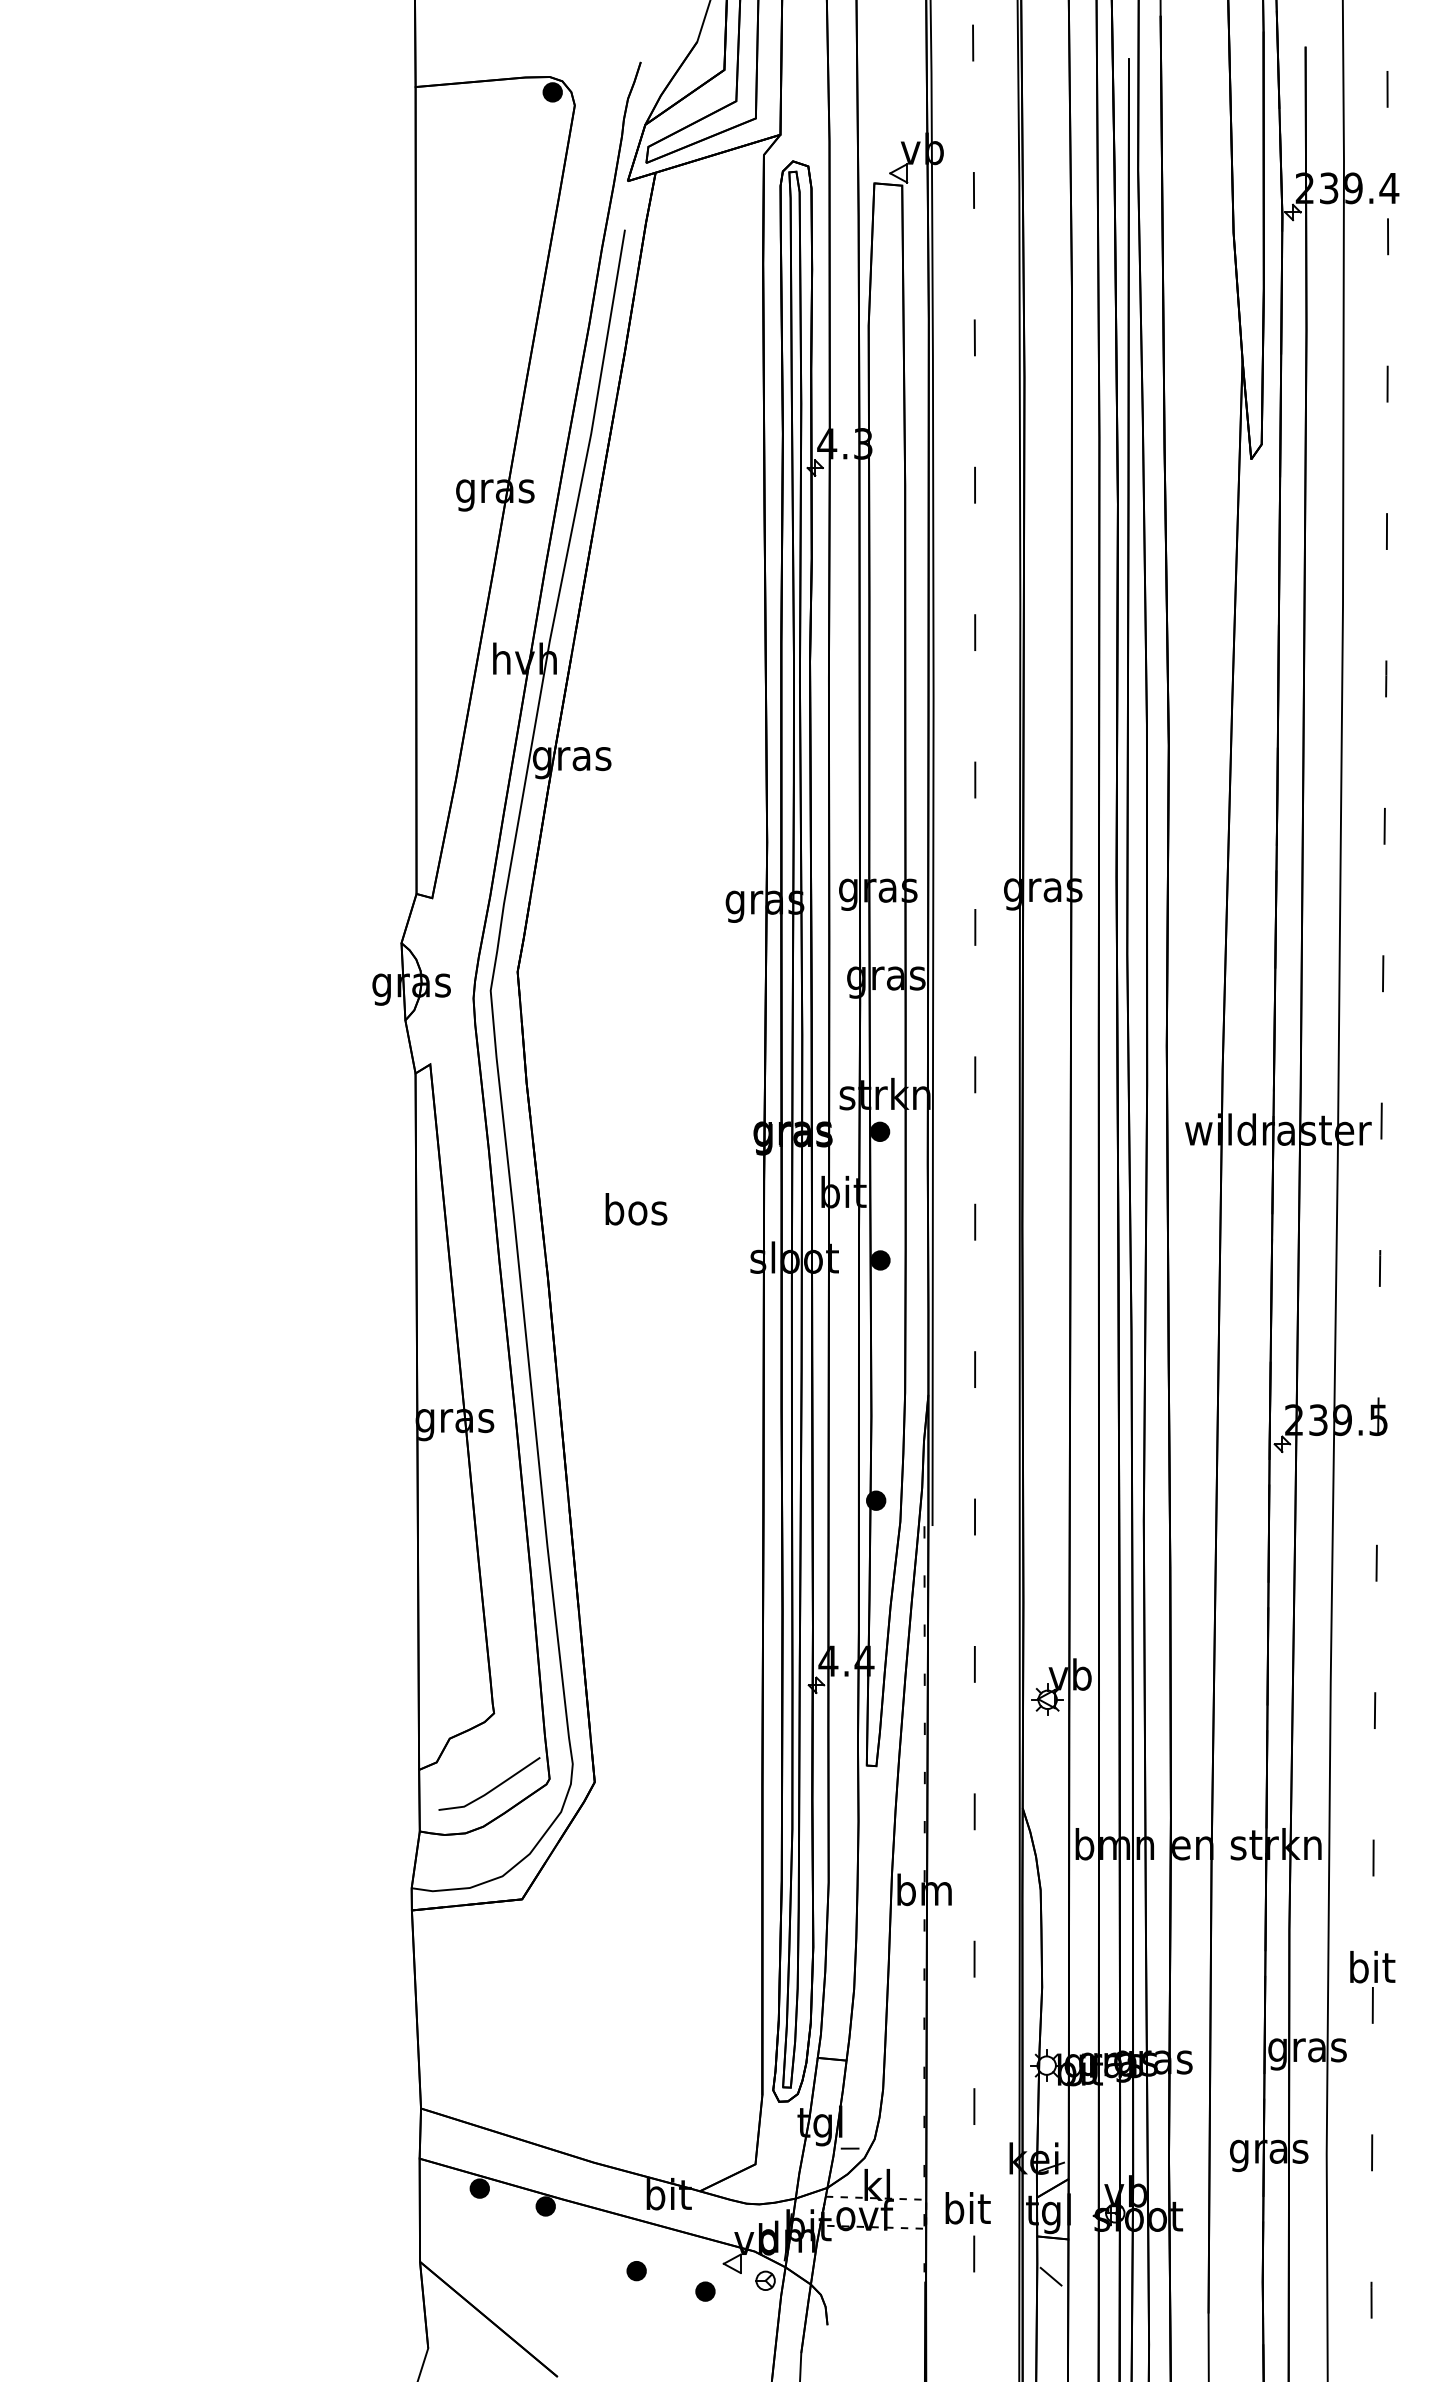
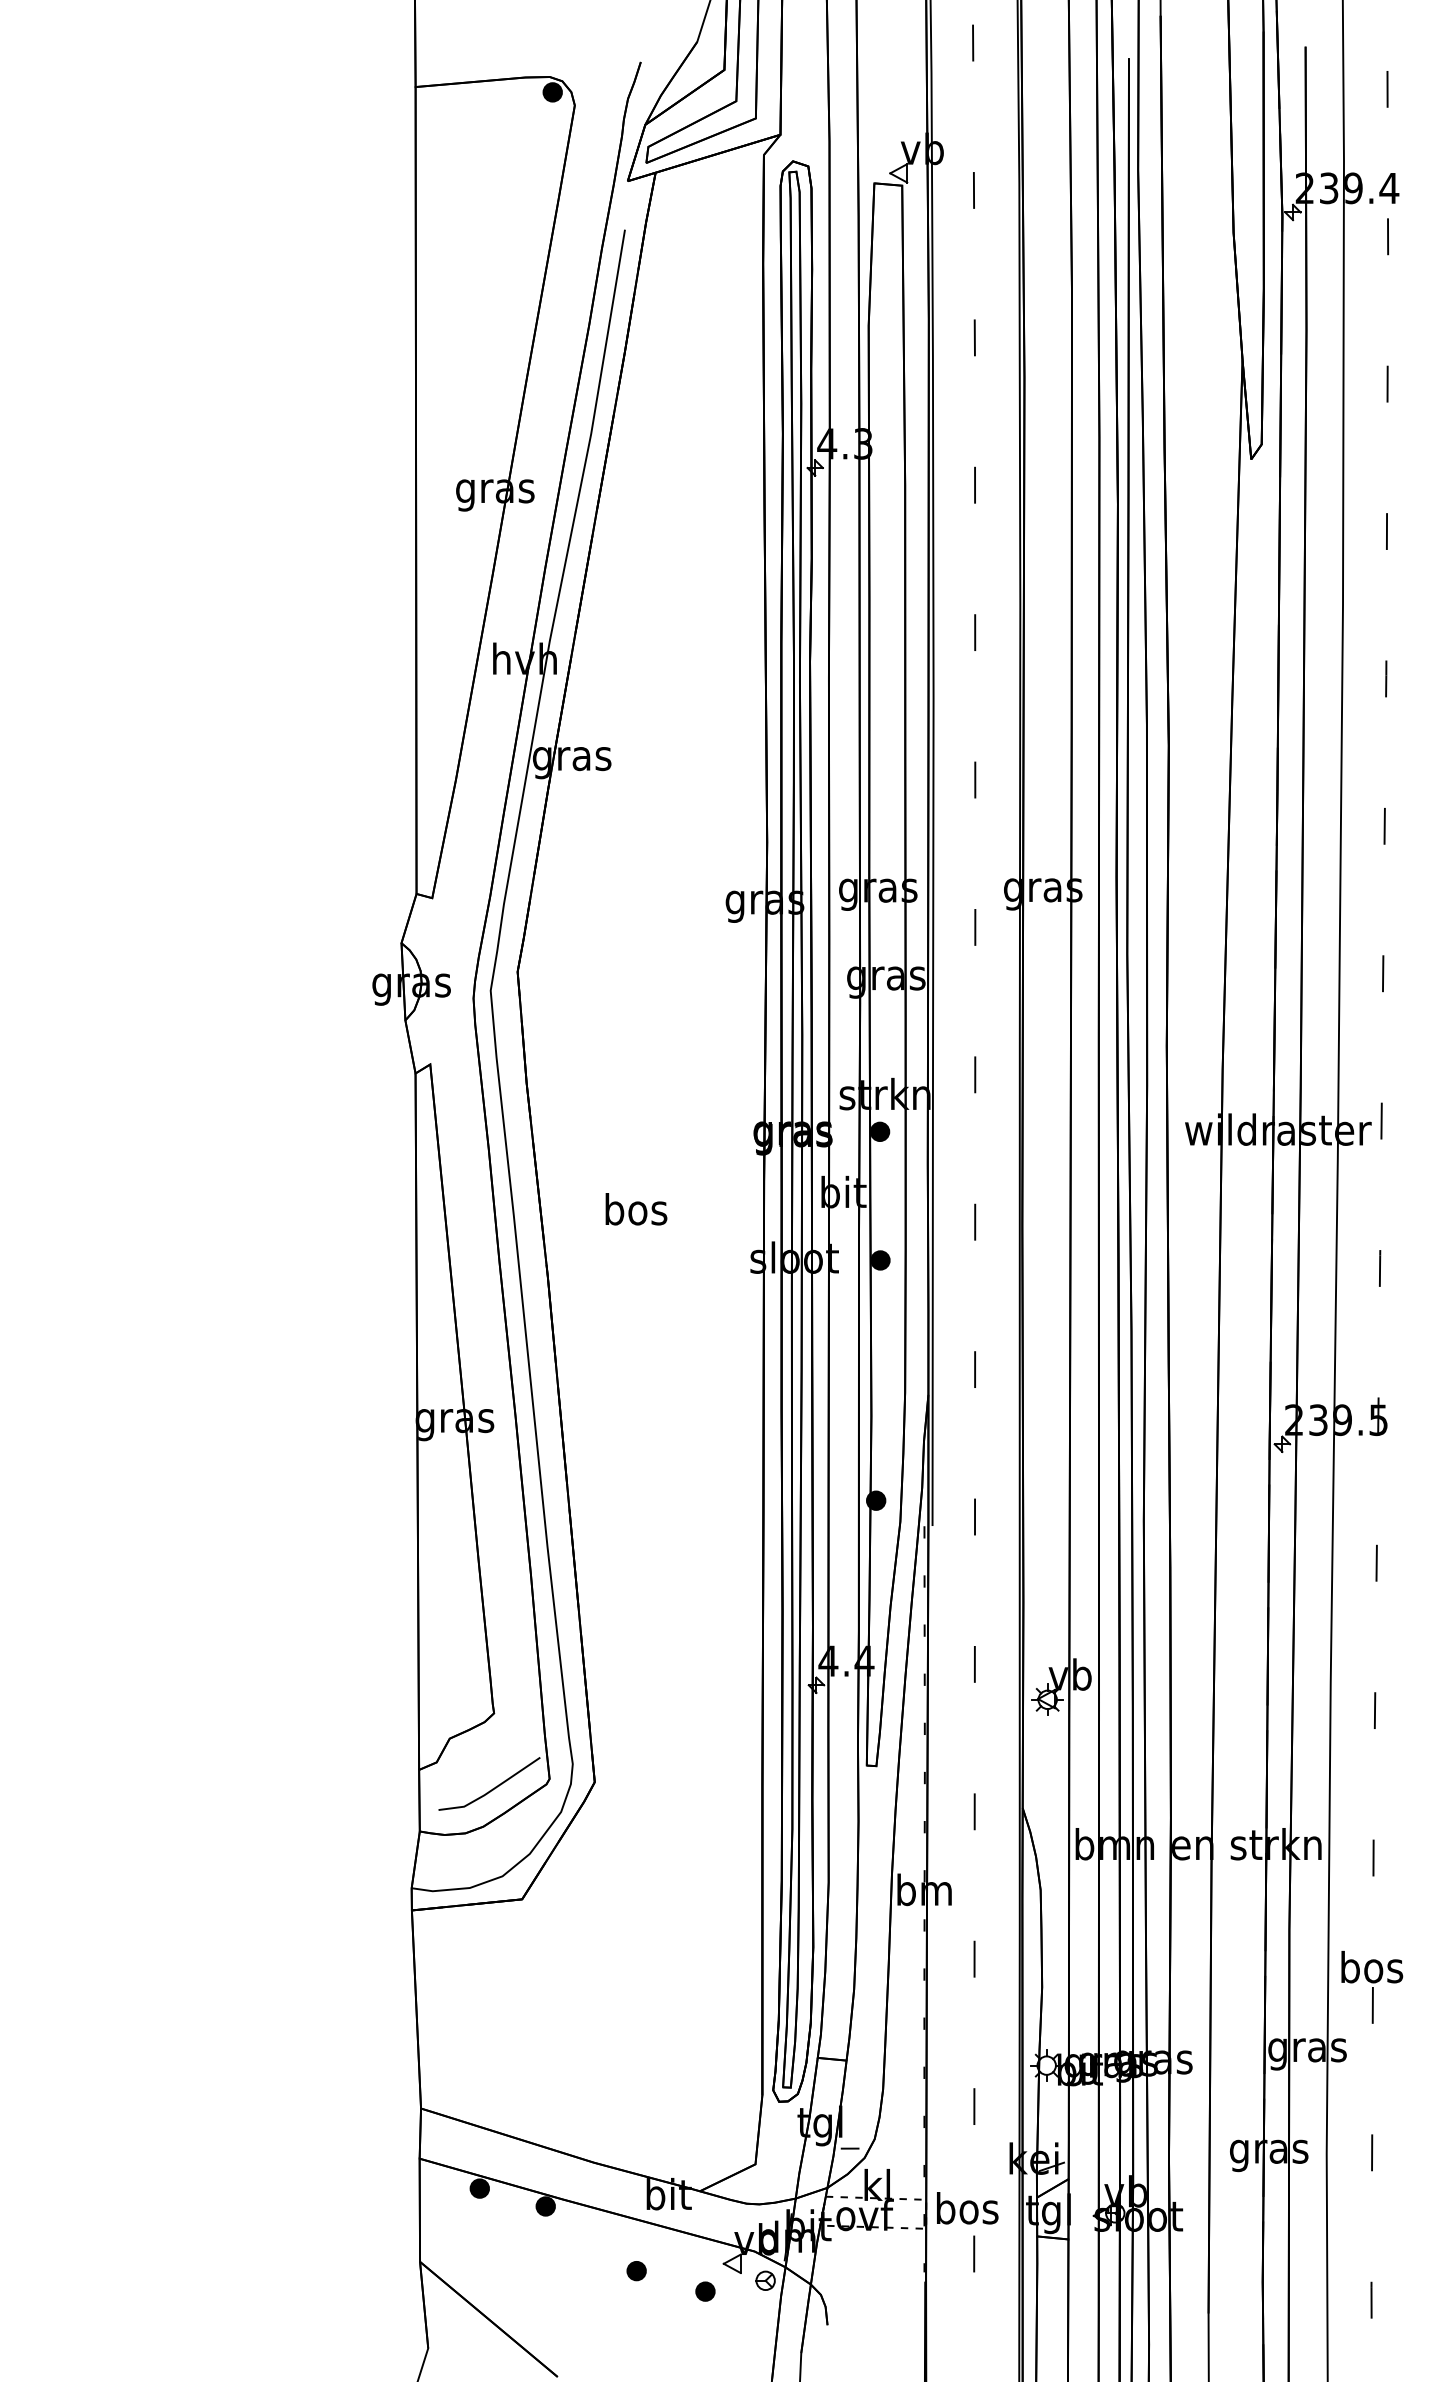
text at (1372, 1966): bit -> bos
text at (967, 2208): bit -> bos
line at (1050, 2276): present -> none
